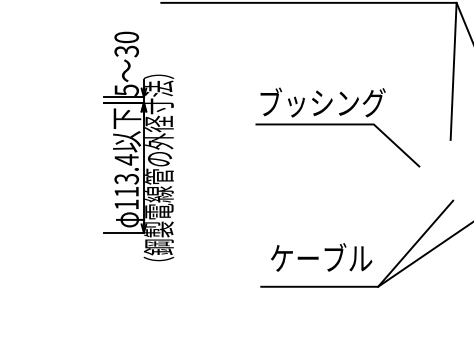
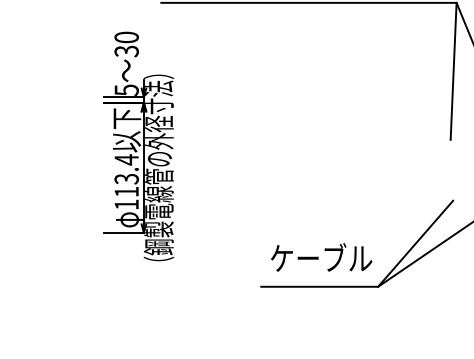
part at (337, 127): present -> none
